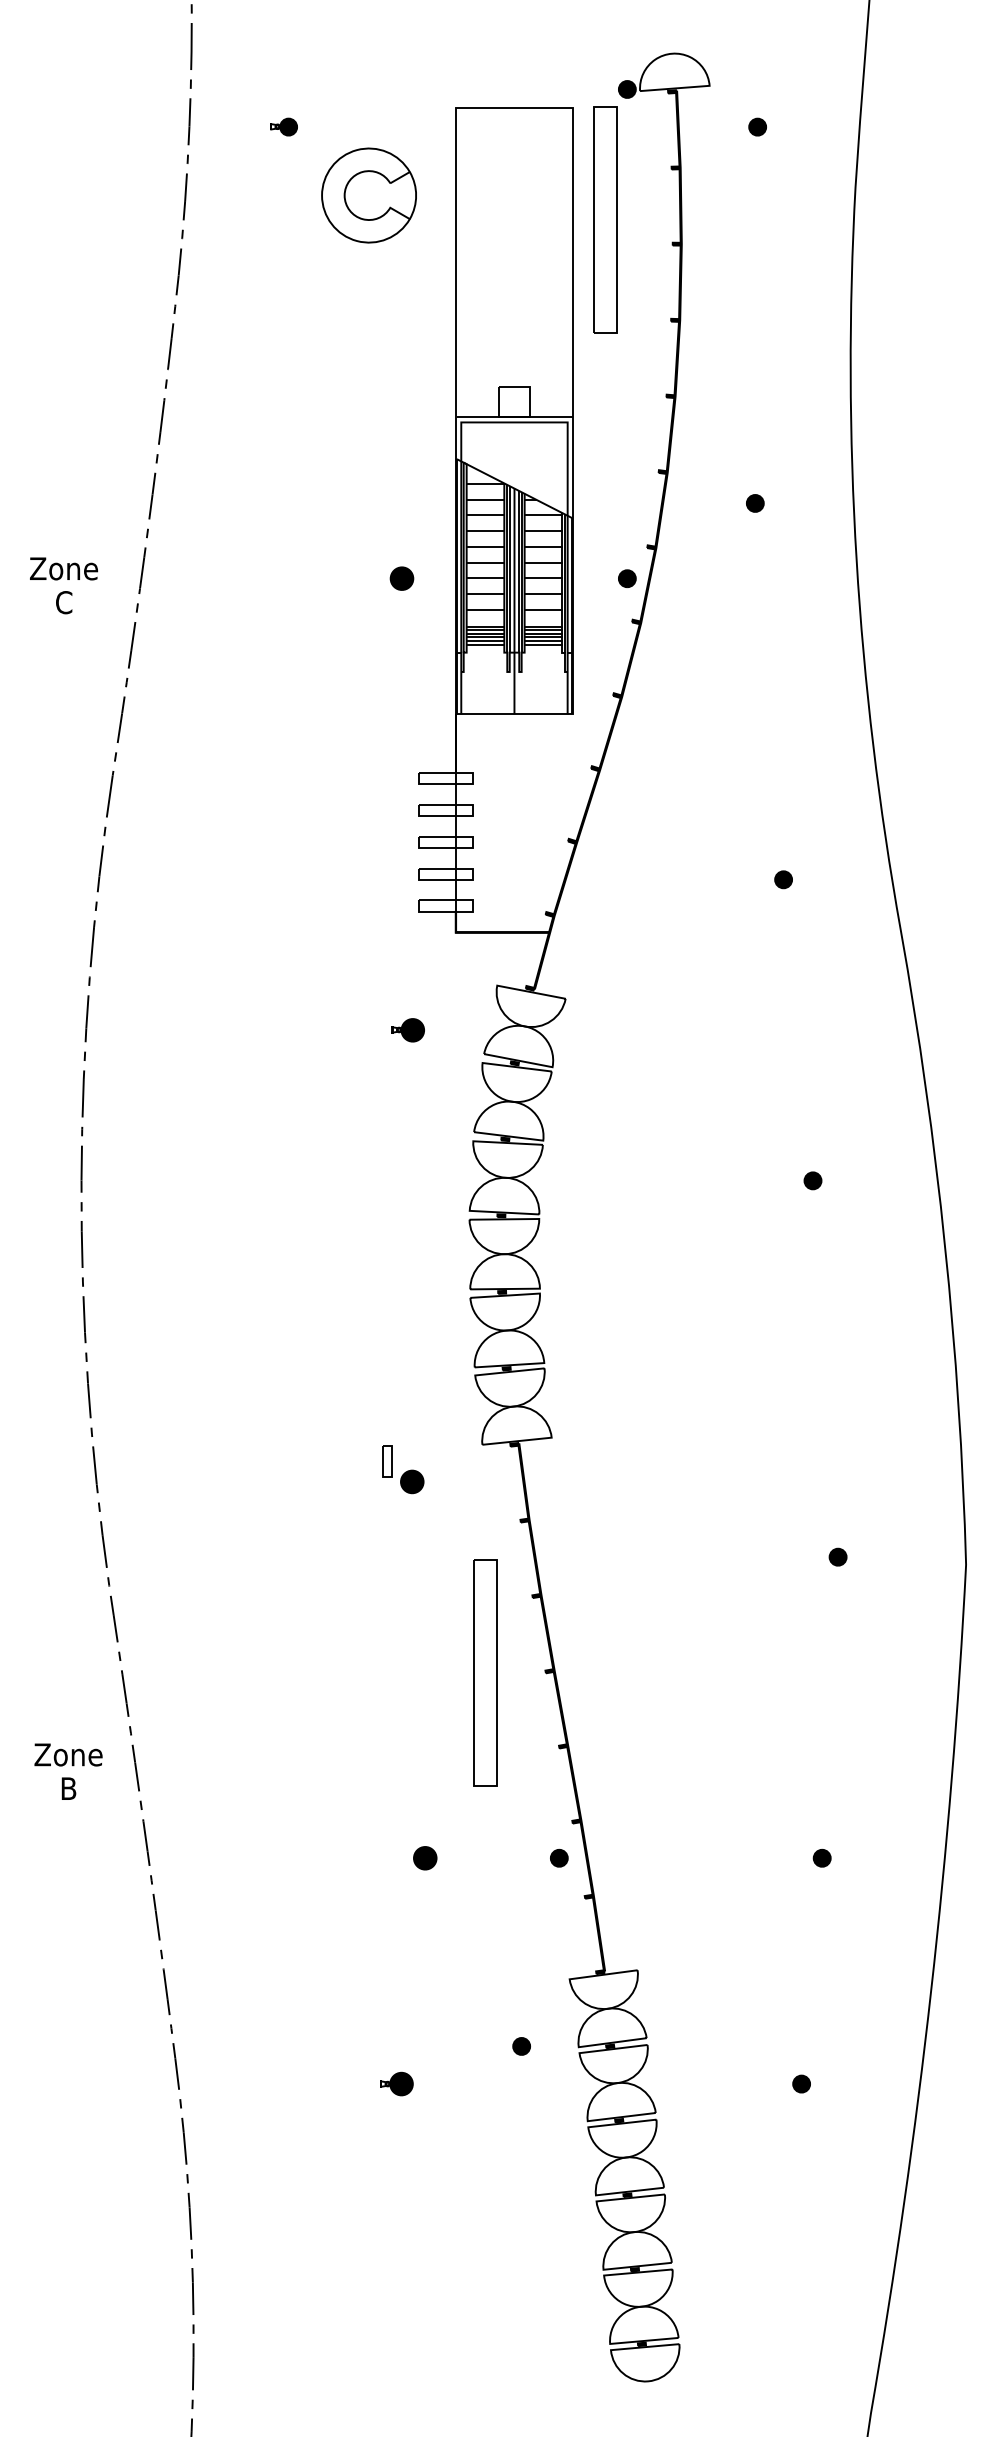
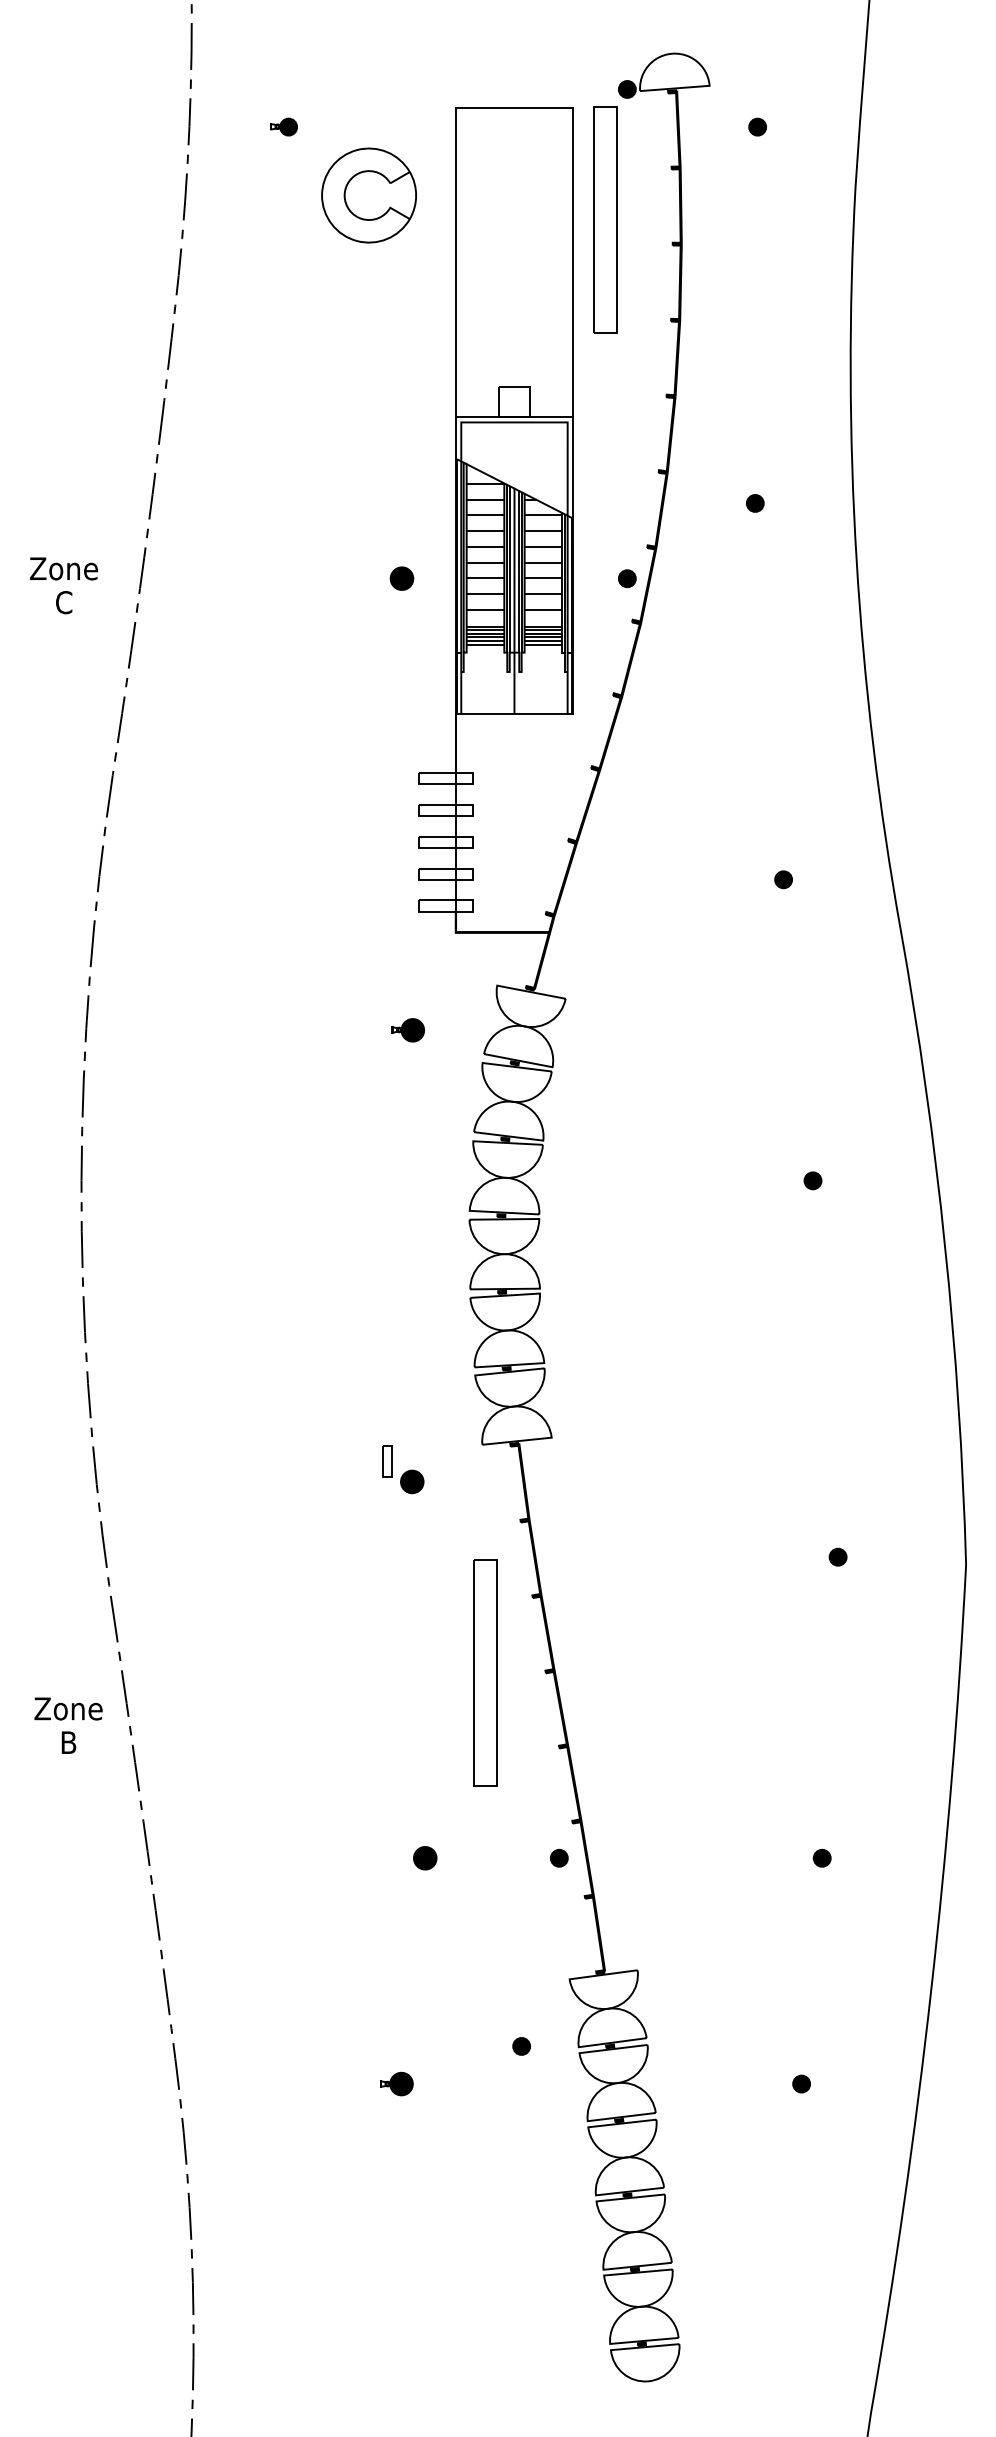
text at (68, 1771) position: (68, 1771) -> (68, 1725)
